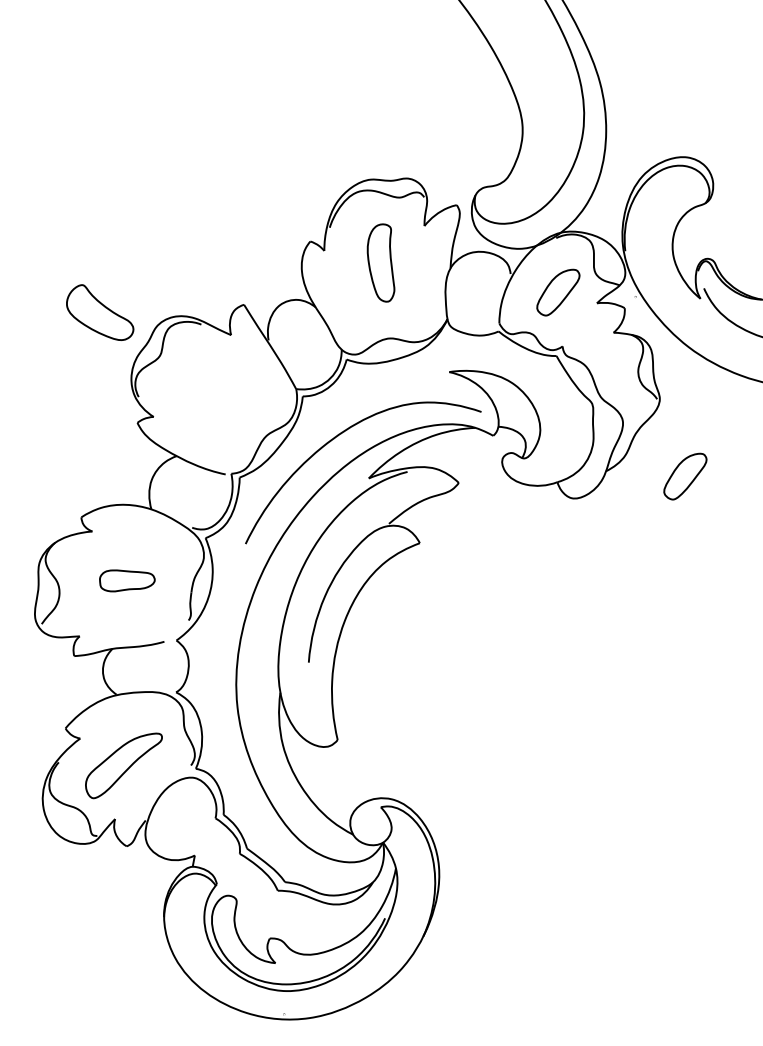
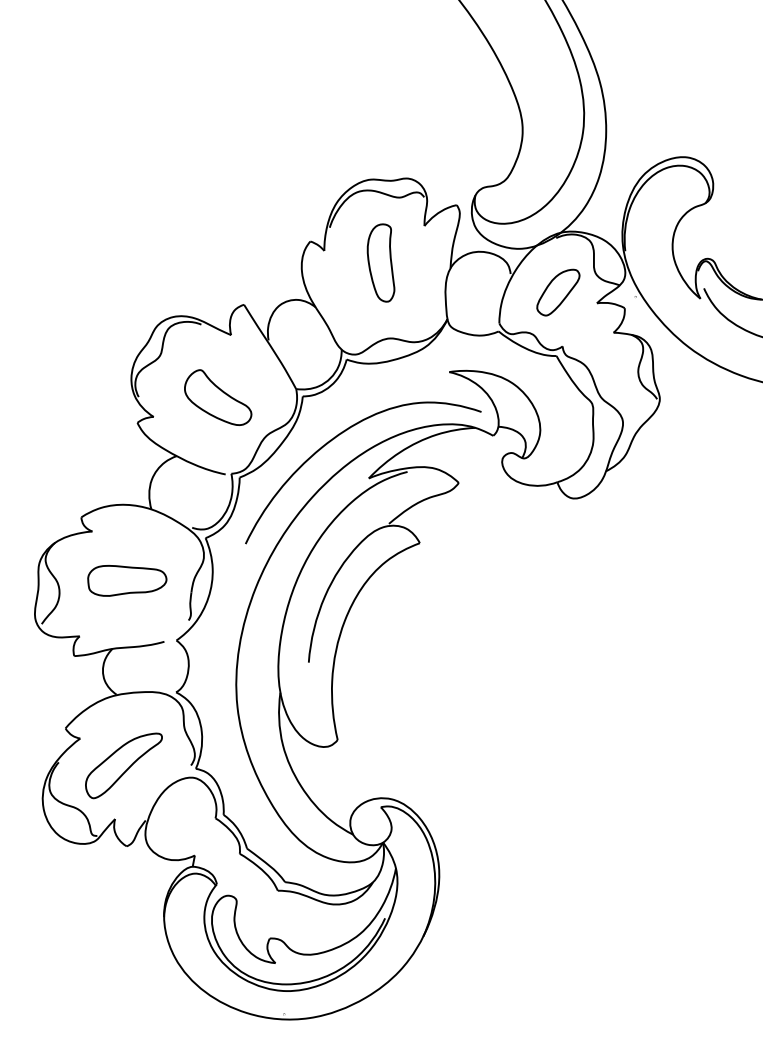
part at (100, 312) position: (100, 312) -> (218, 397)
part at (685, 476): present -> none
part at (127, 580) size: 57x24 px -> 81x32 px
